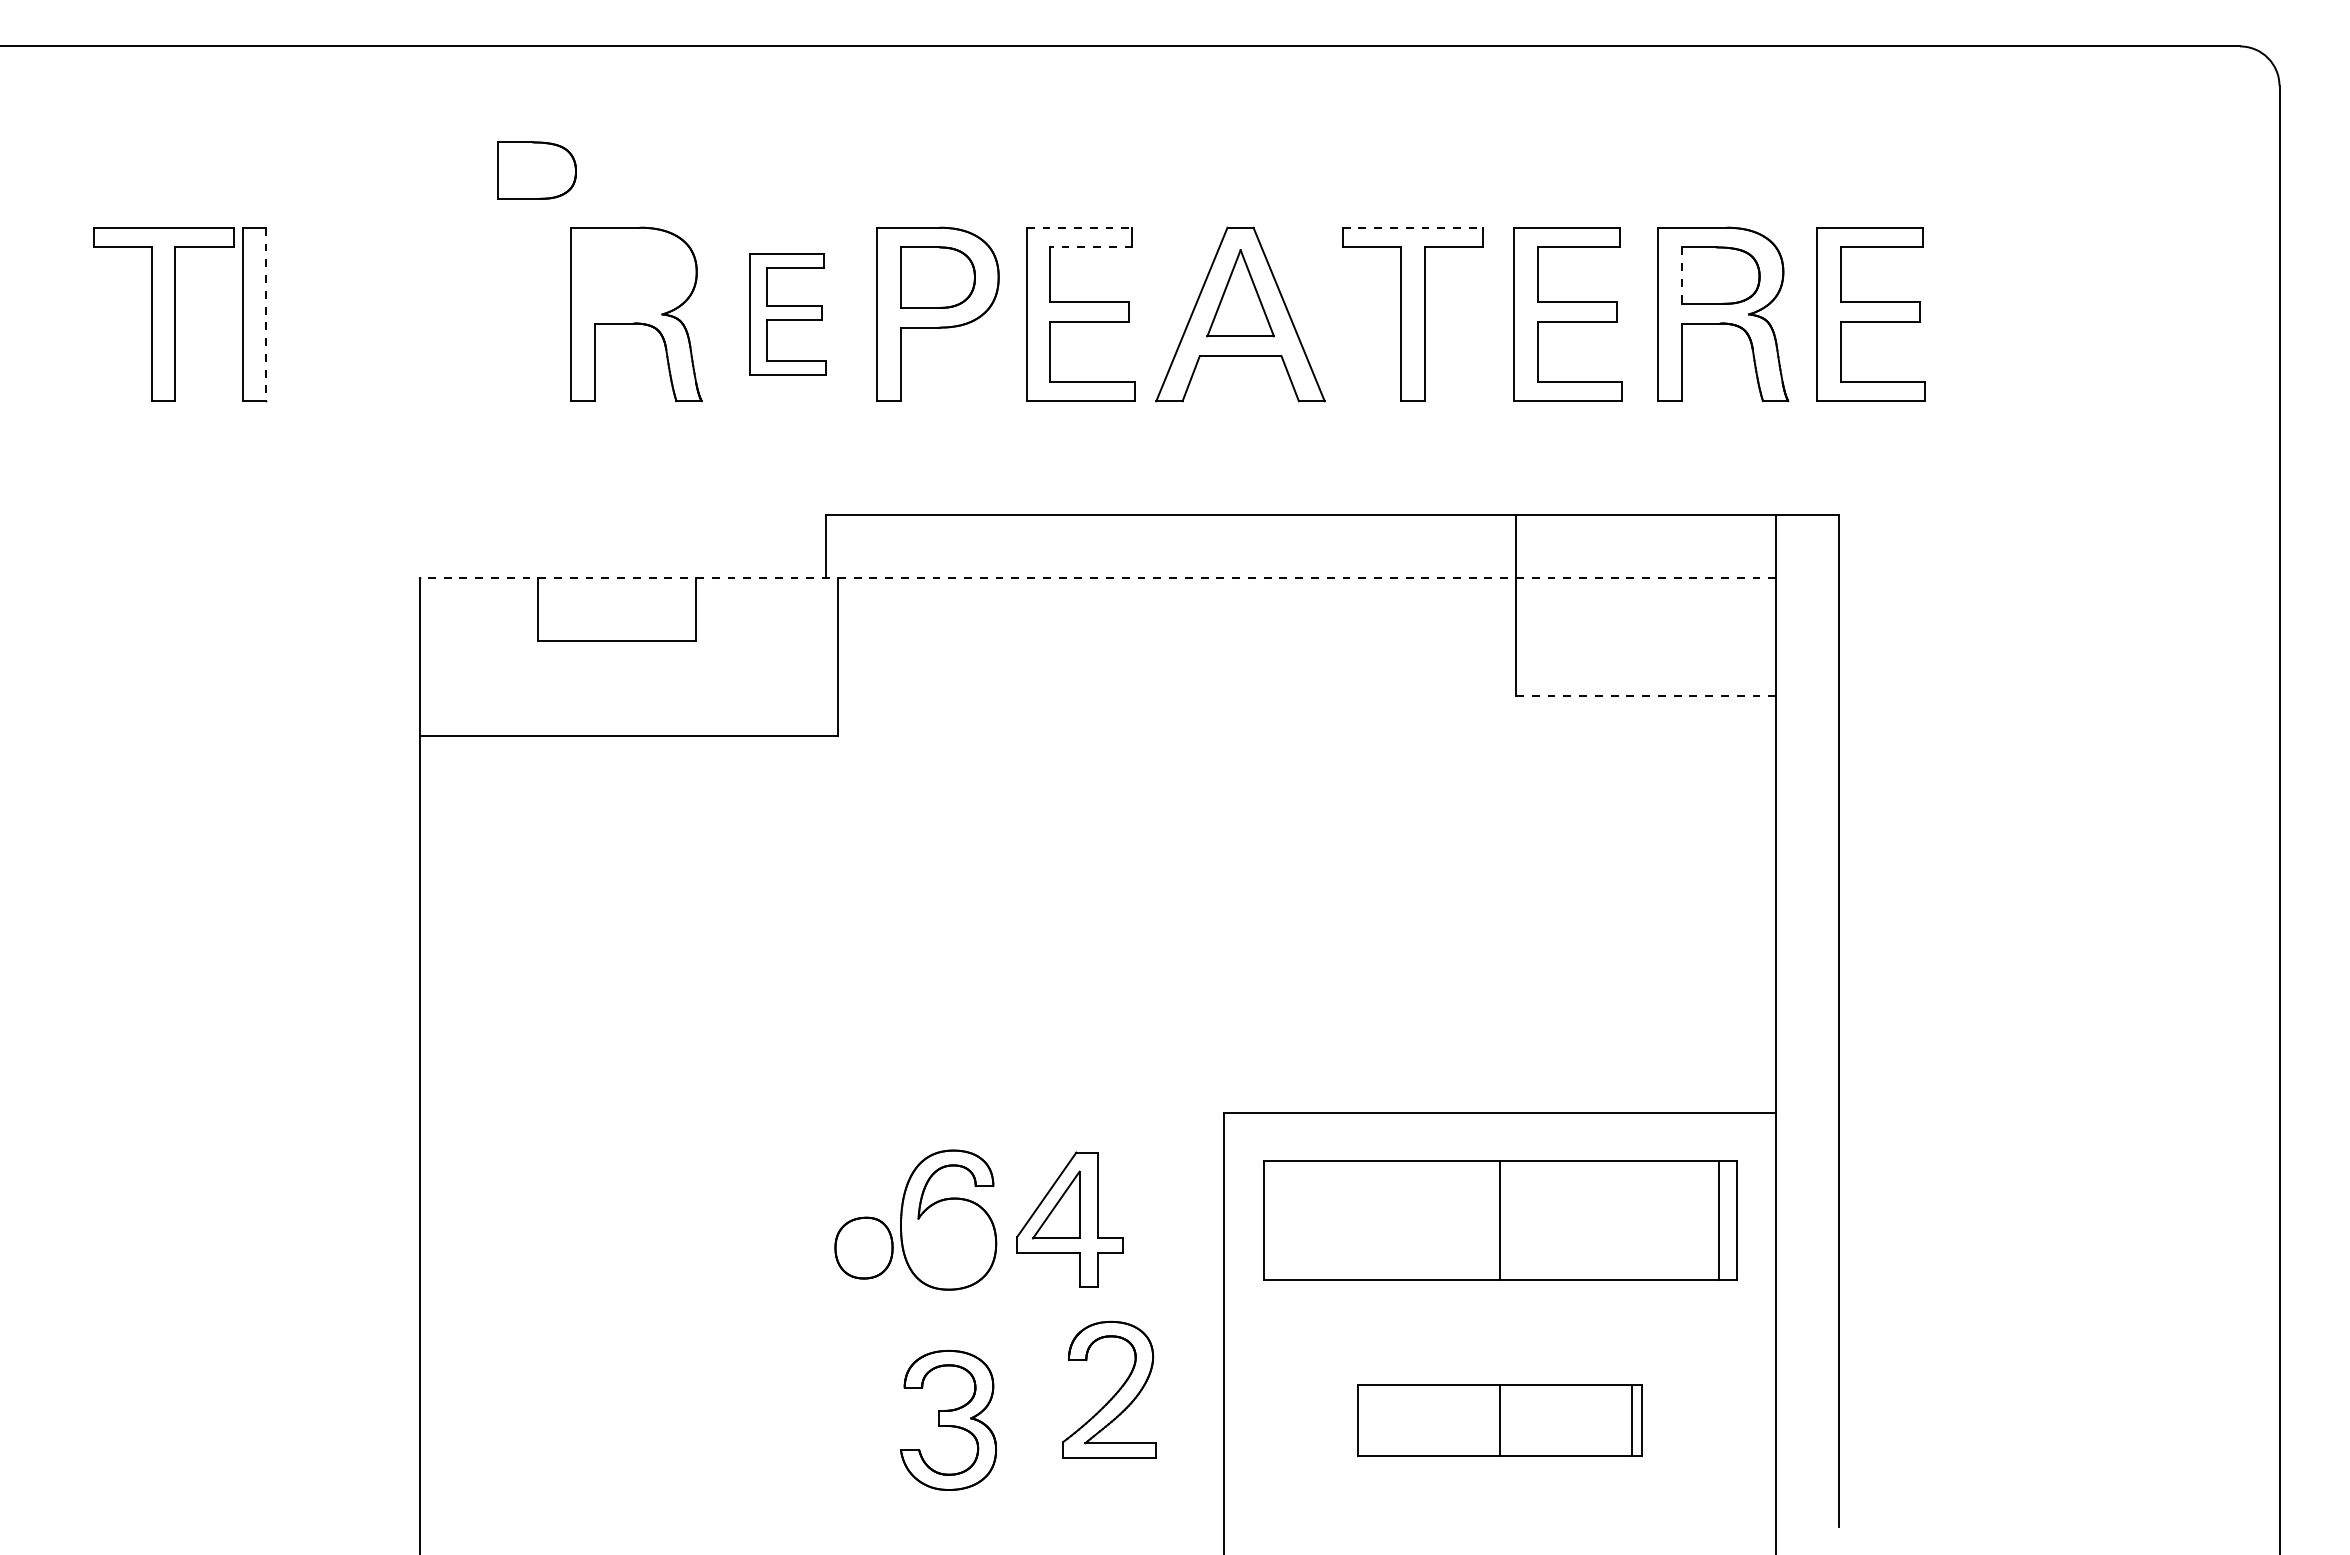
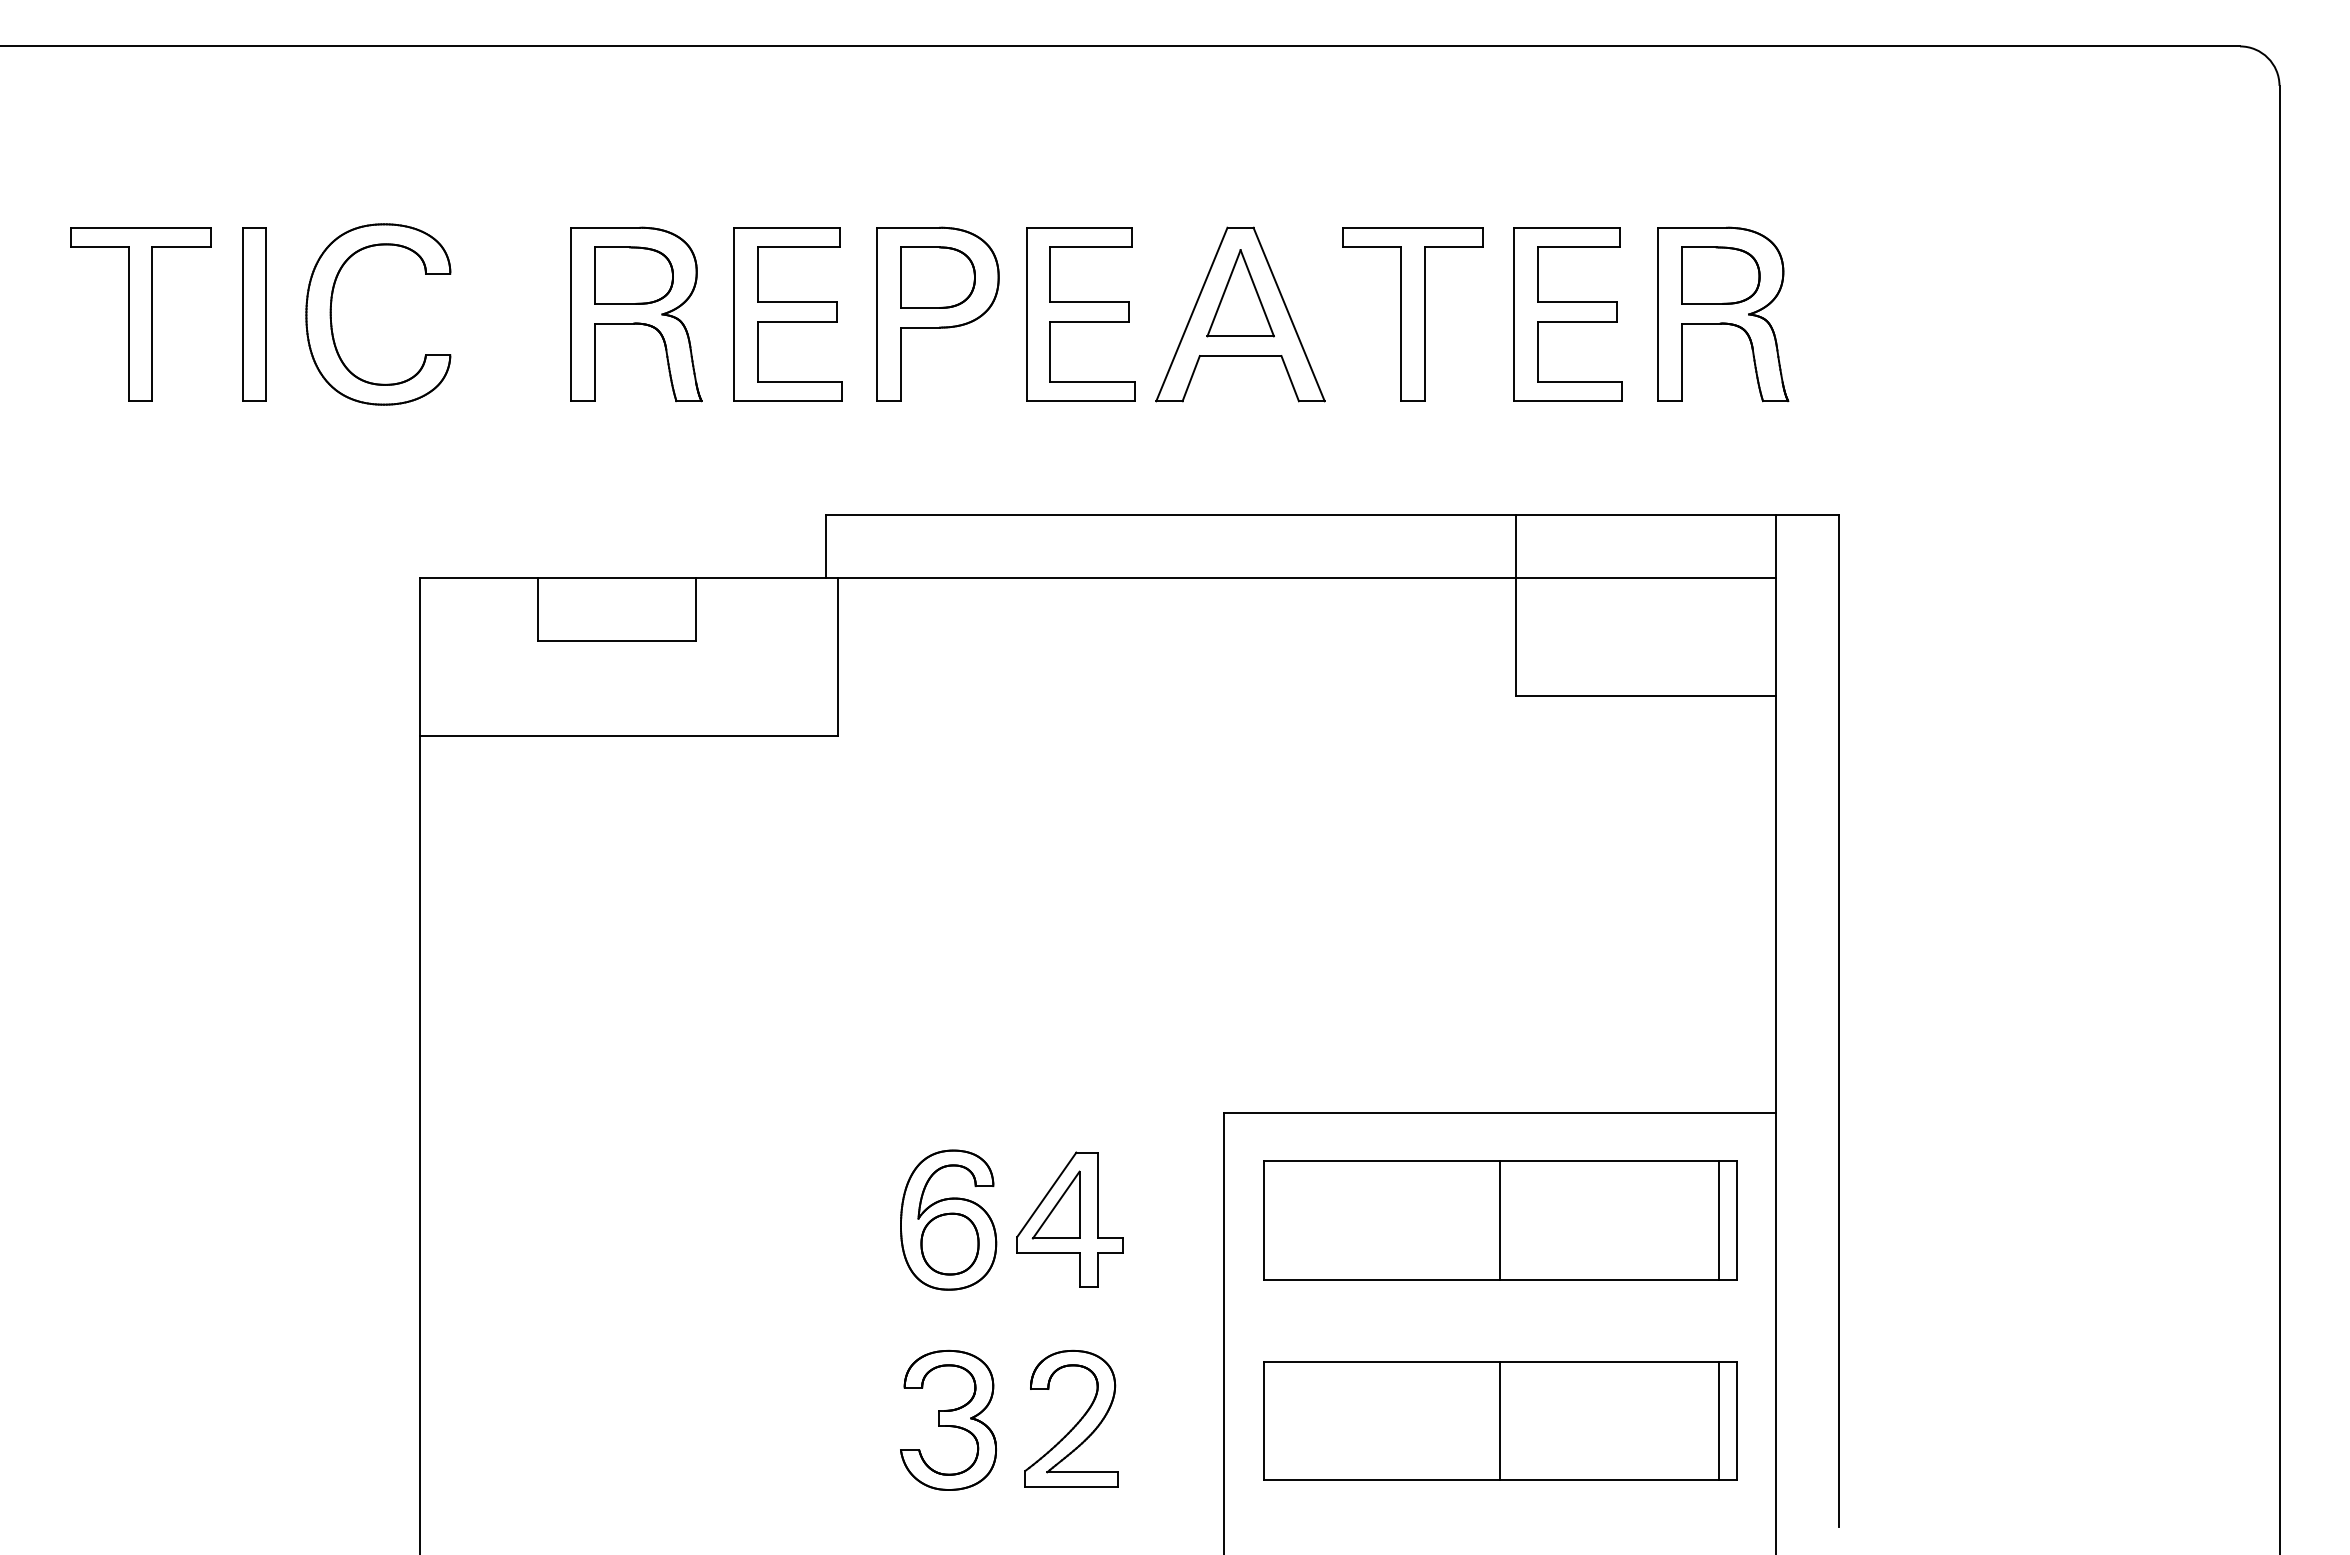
part at (536, 170) position: (536, 170) -> (633, 275)
line at (1079, 227): dashed -> solid
line at (1413, 227): dashed -> solid
line at (1090, 247): dashed -> solid
line at (1681, 276): dashed -> solid
part at (163, 314) position: (163, 314) -> (140, 314)
line at (266, 314): dashed -> solid
part at (787, 314) size: 78x123 px -> 110x175 px
part at (1870, 314): present -> none
part at (332, 323): none -> present
line at (1097, 578): dashed -> solid
line at (1646, 696): dashed -> solid
part at (863, 1247) position: (863, 1247) -> (949, 1243)
part at (1114, 1394) position: (1114, 1394) -> (1076, 1423)
part at (1499, 1420) size: 286x73 px -> 475x120 px
